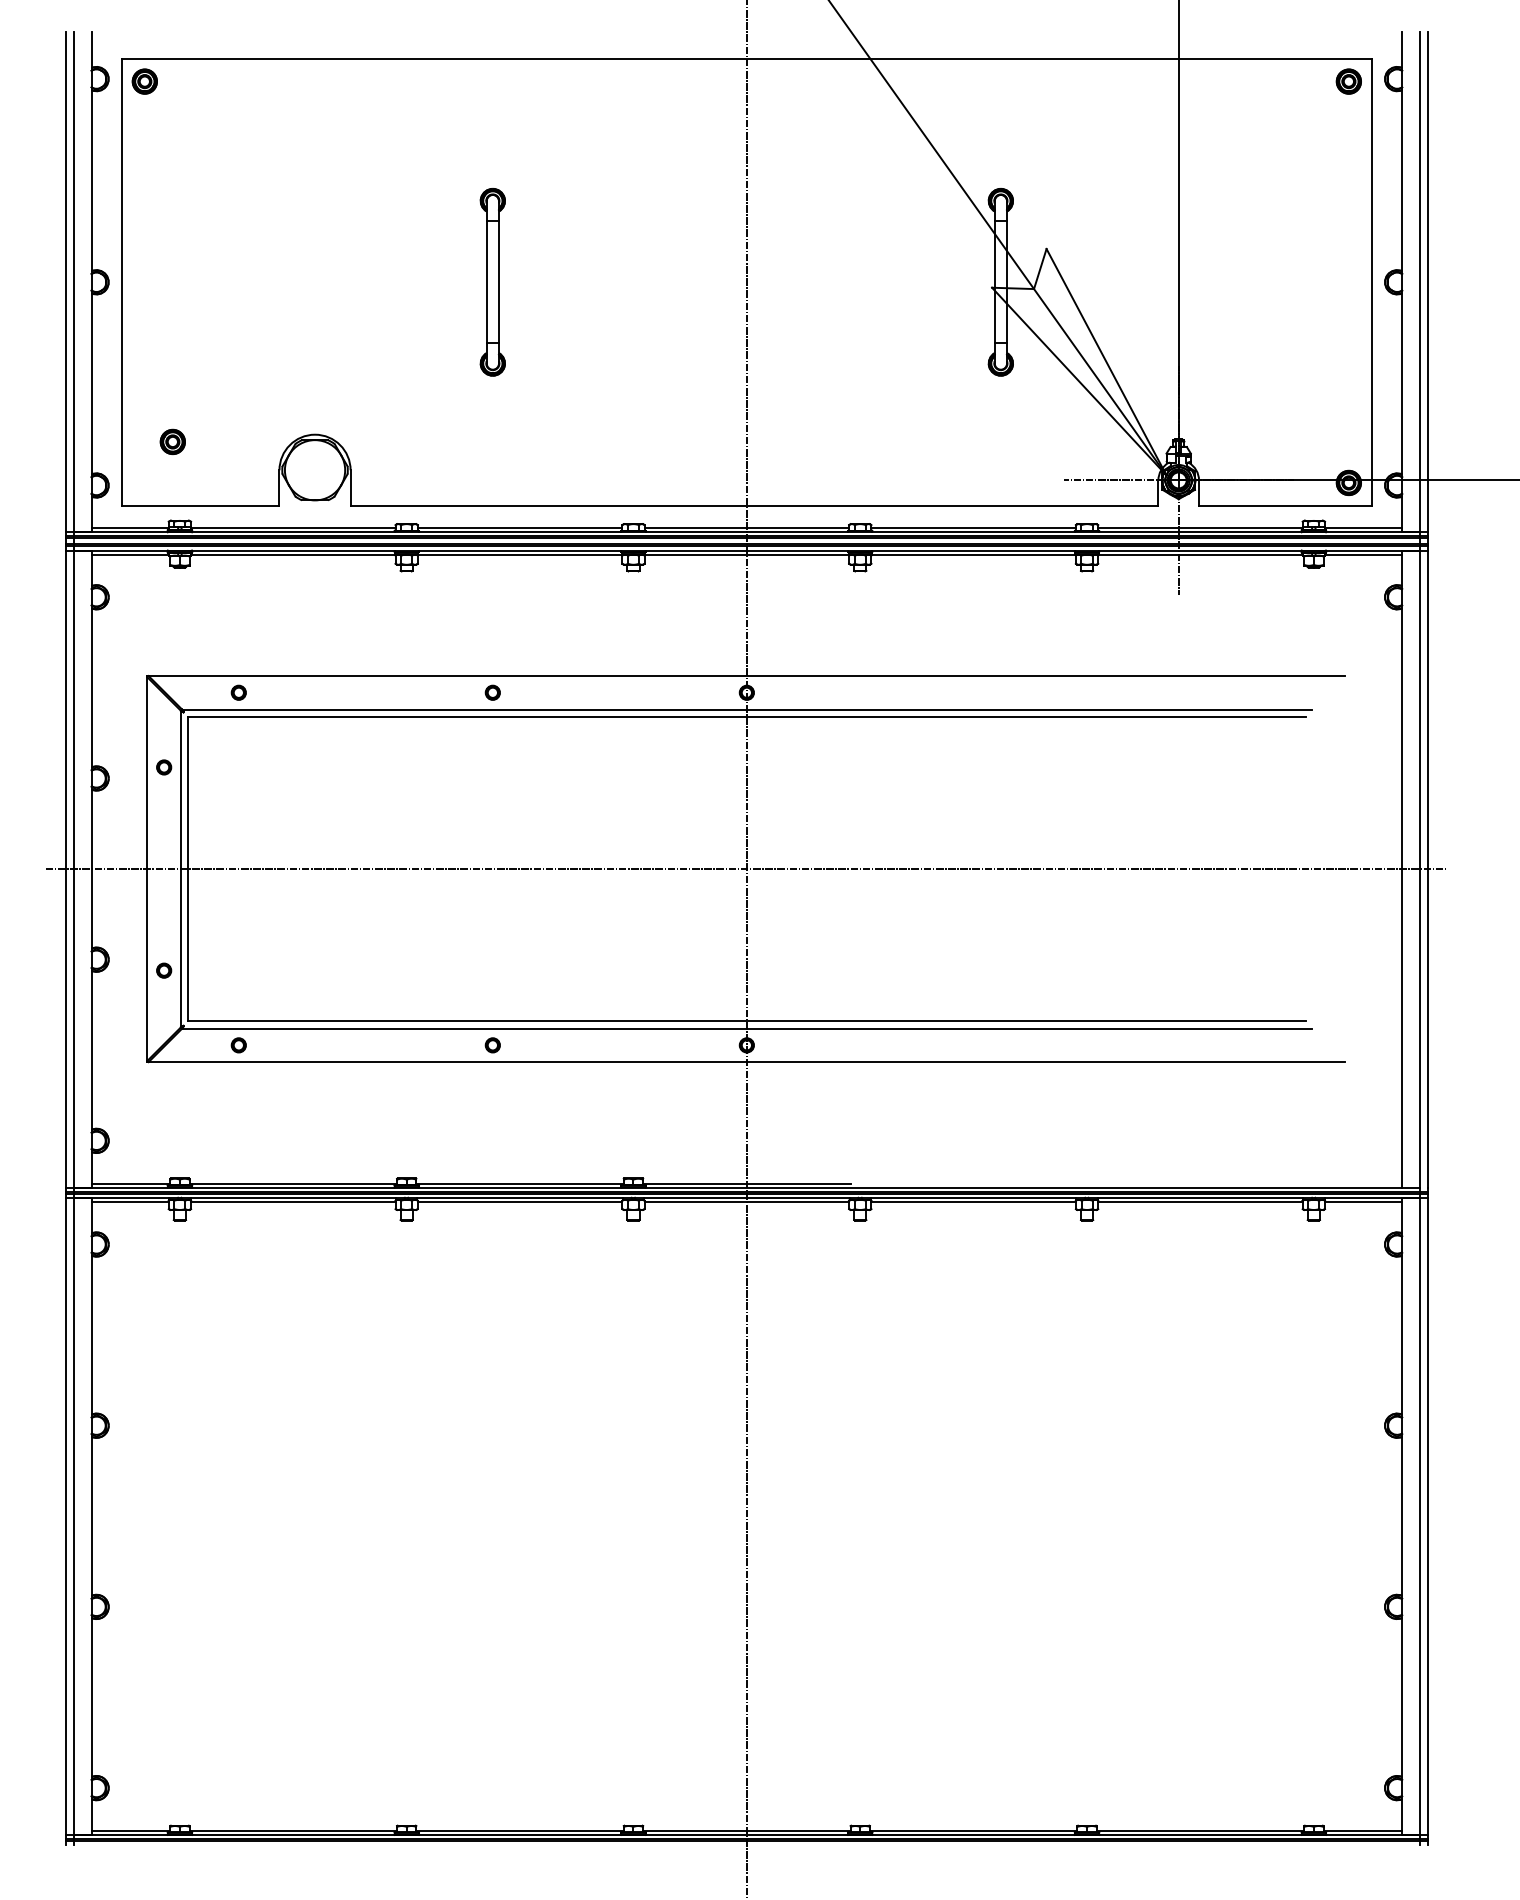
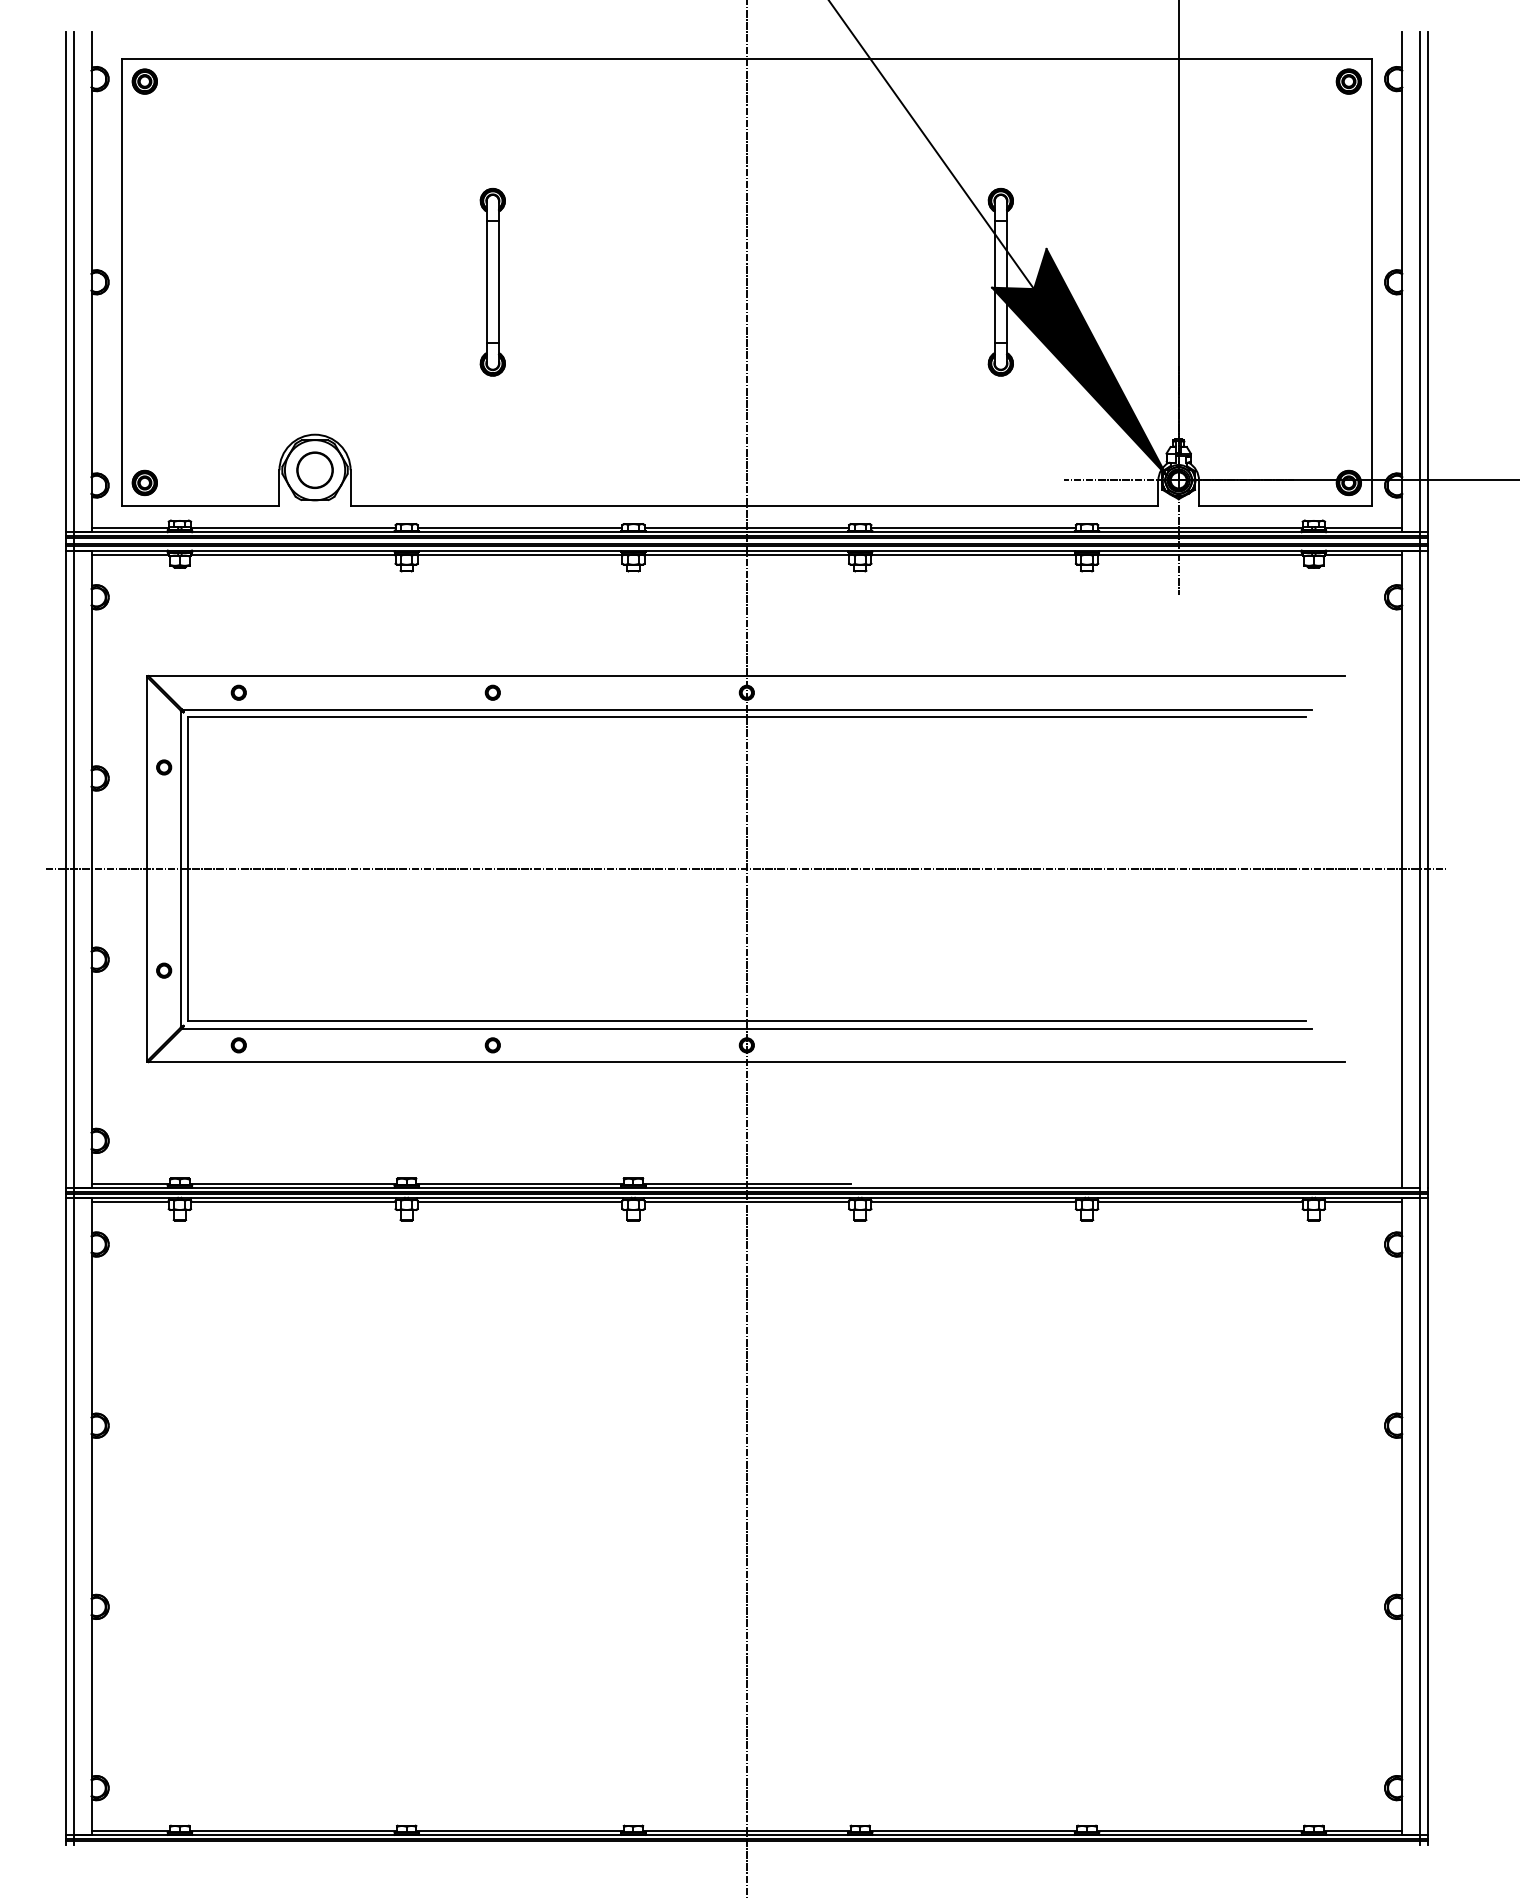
fill at (1079, 361): none -> present
part at (172, 441) position: (172, 441) -> (144, 482)
circle at (314, 469): none -> present
